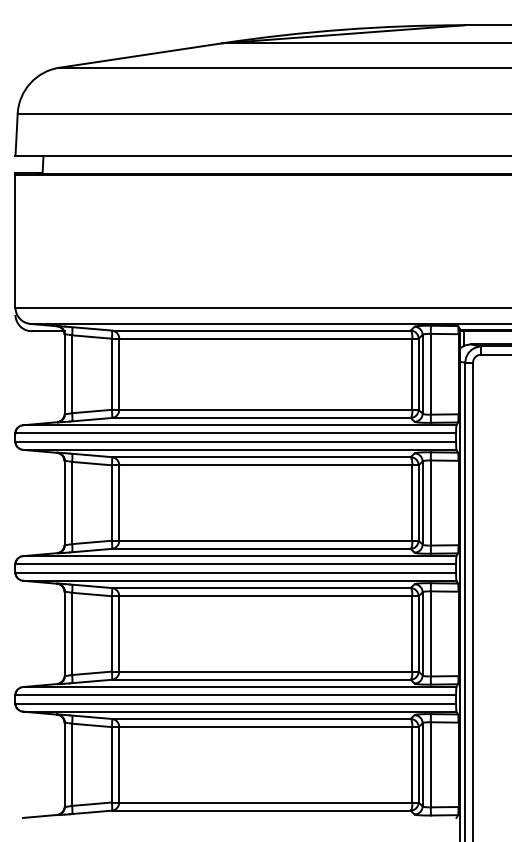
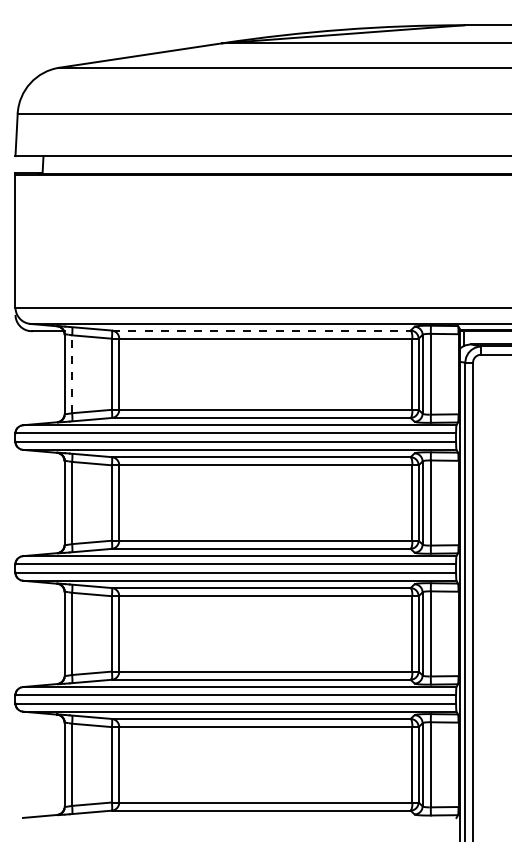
line at (261, 330): solid -> dashed
line at (72, 374): solid -> dashed
